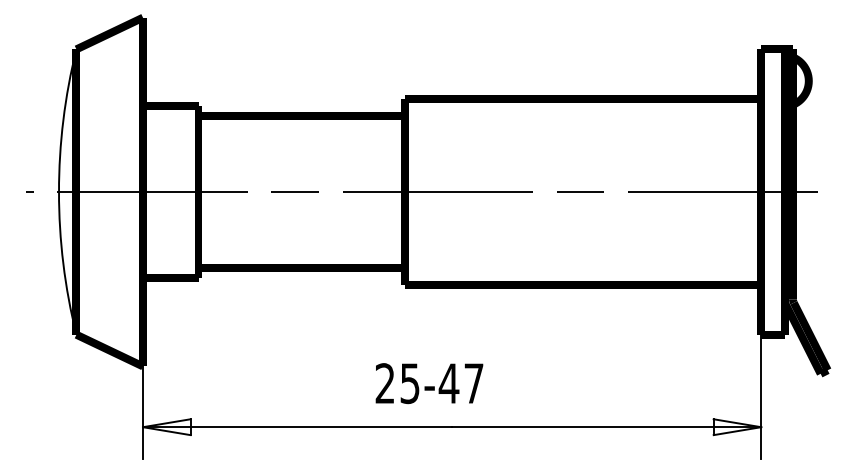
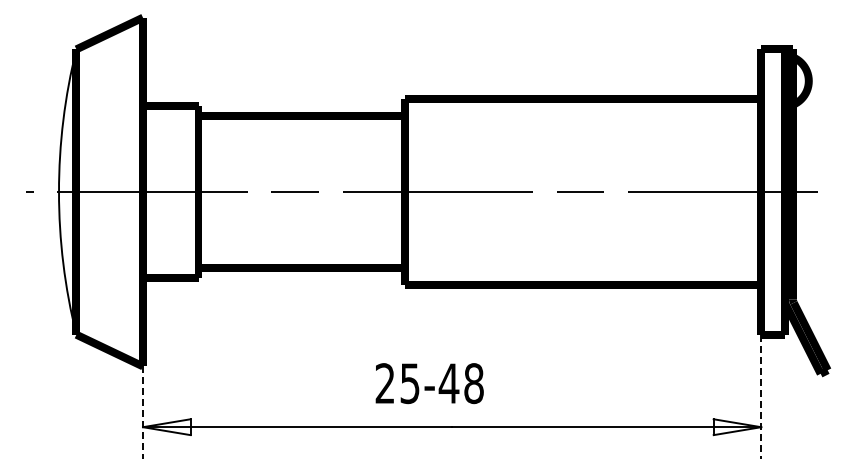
text at (473, 383): 25-47 -> 25-48
line at (761, 397): solid -> dashed
line at (143, 413): solid -> dashed
